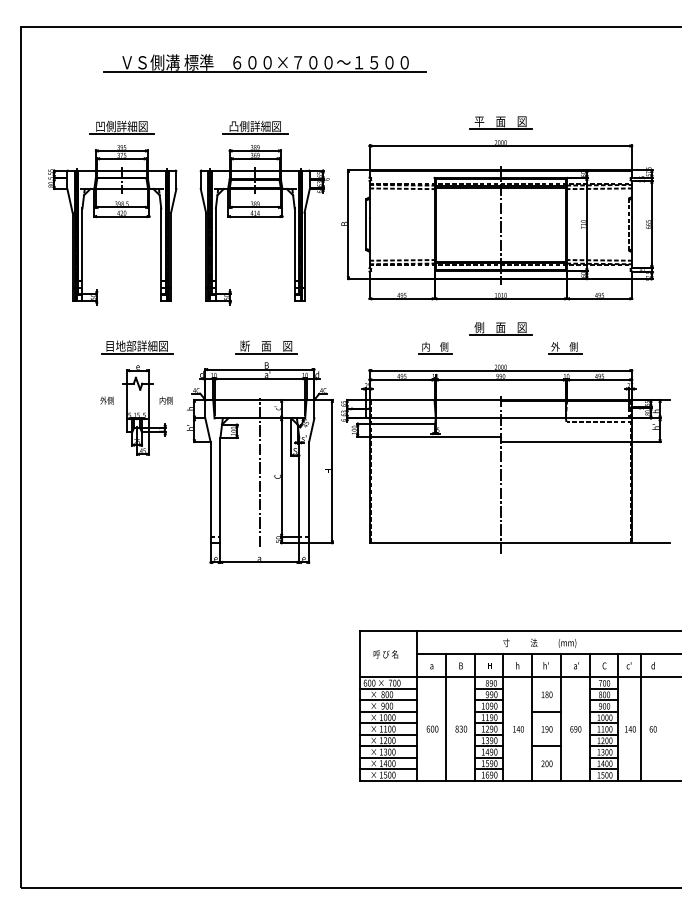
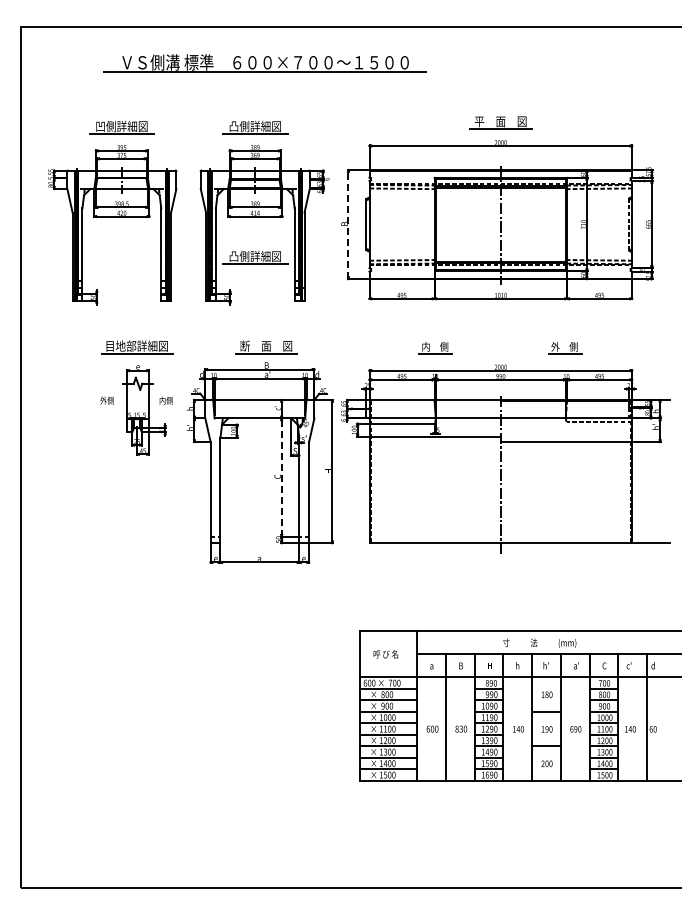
line at (348, 224): solid -> dashed
part at (255, 257): none -> present
part at (500, 328): present -> none
line at (259, 472): present -> none
line at (281, 477): solid -> dashed
line at (641, 717) position: (641, 717) -> (647, 717)
